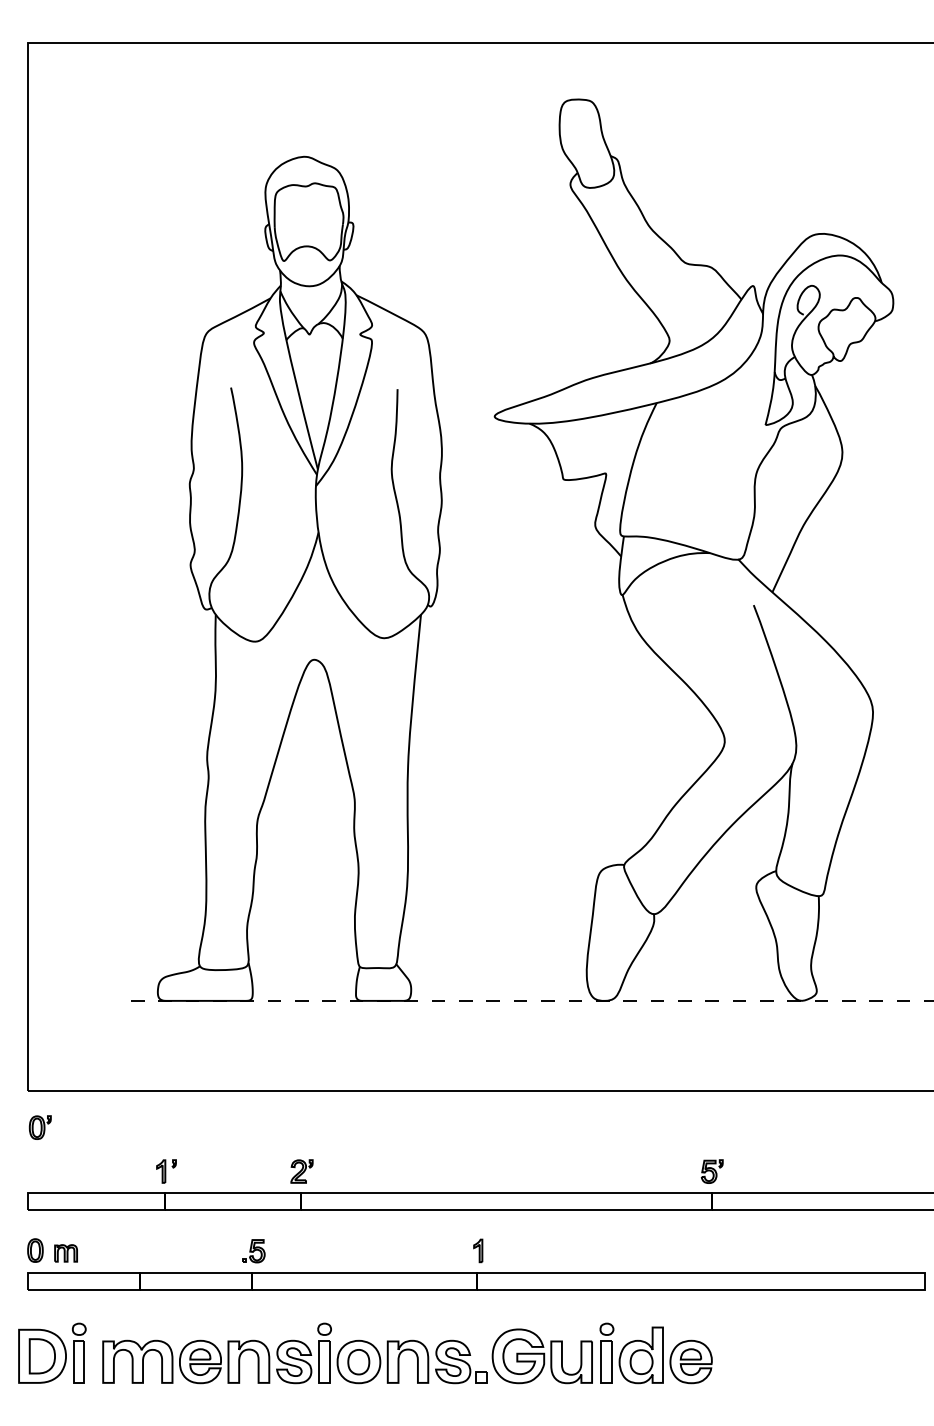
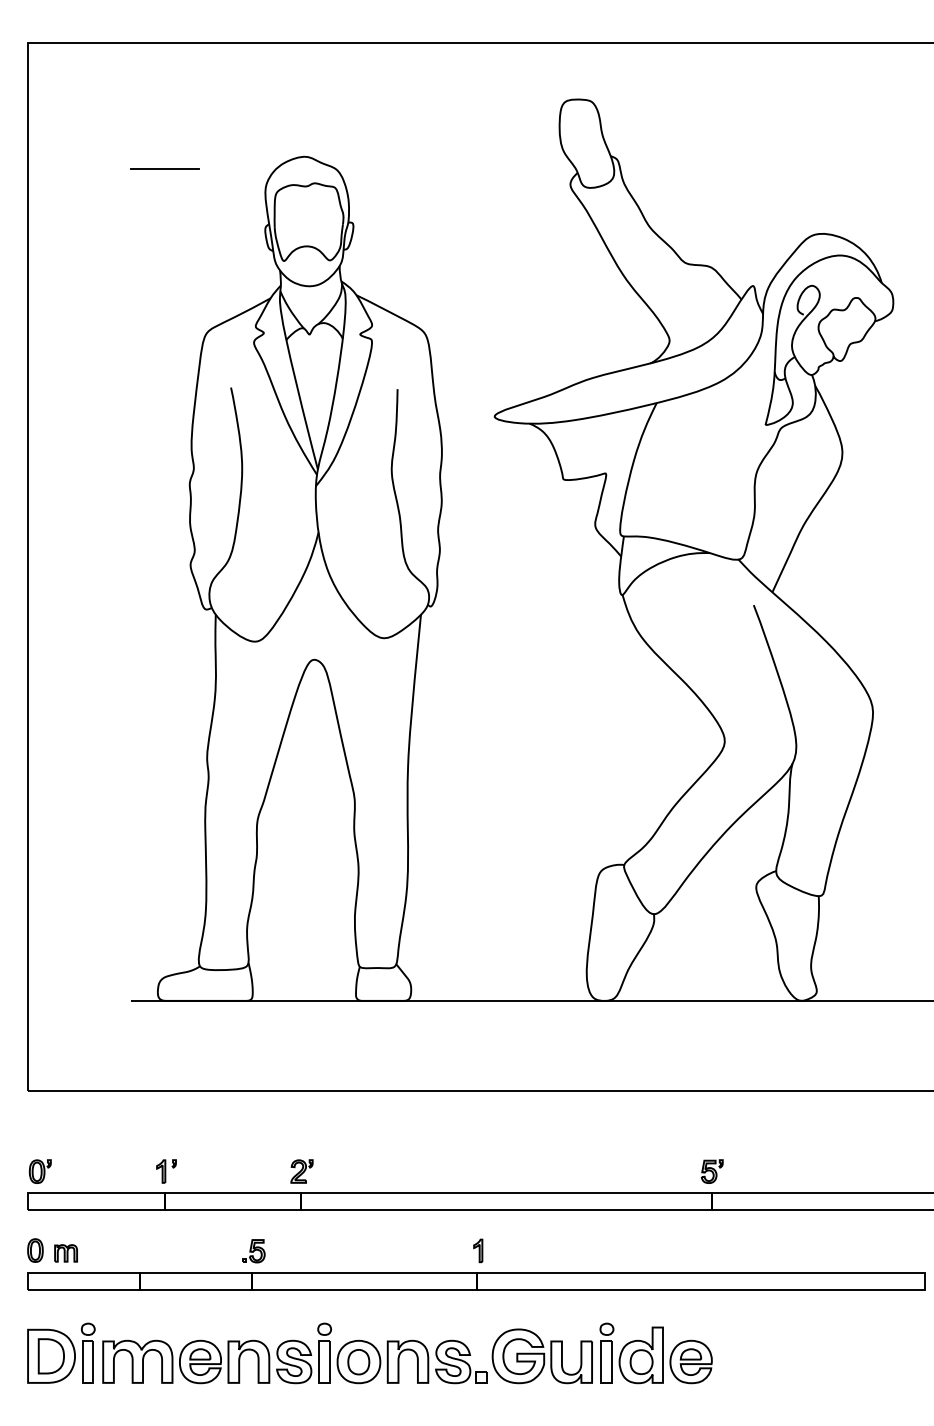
line at (165, 169): none -> present
line at (533, 1000): dashed -> solid
part at (39, 1127) position: (39, 1127) -> (39, 1171)
part at (52, 1352) position: (52, 1352) -> (61, 1352)
